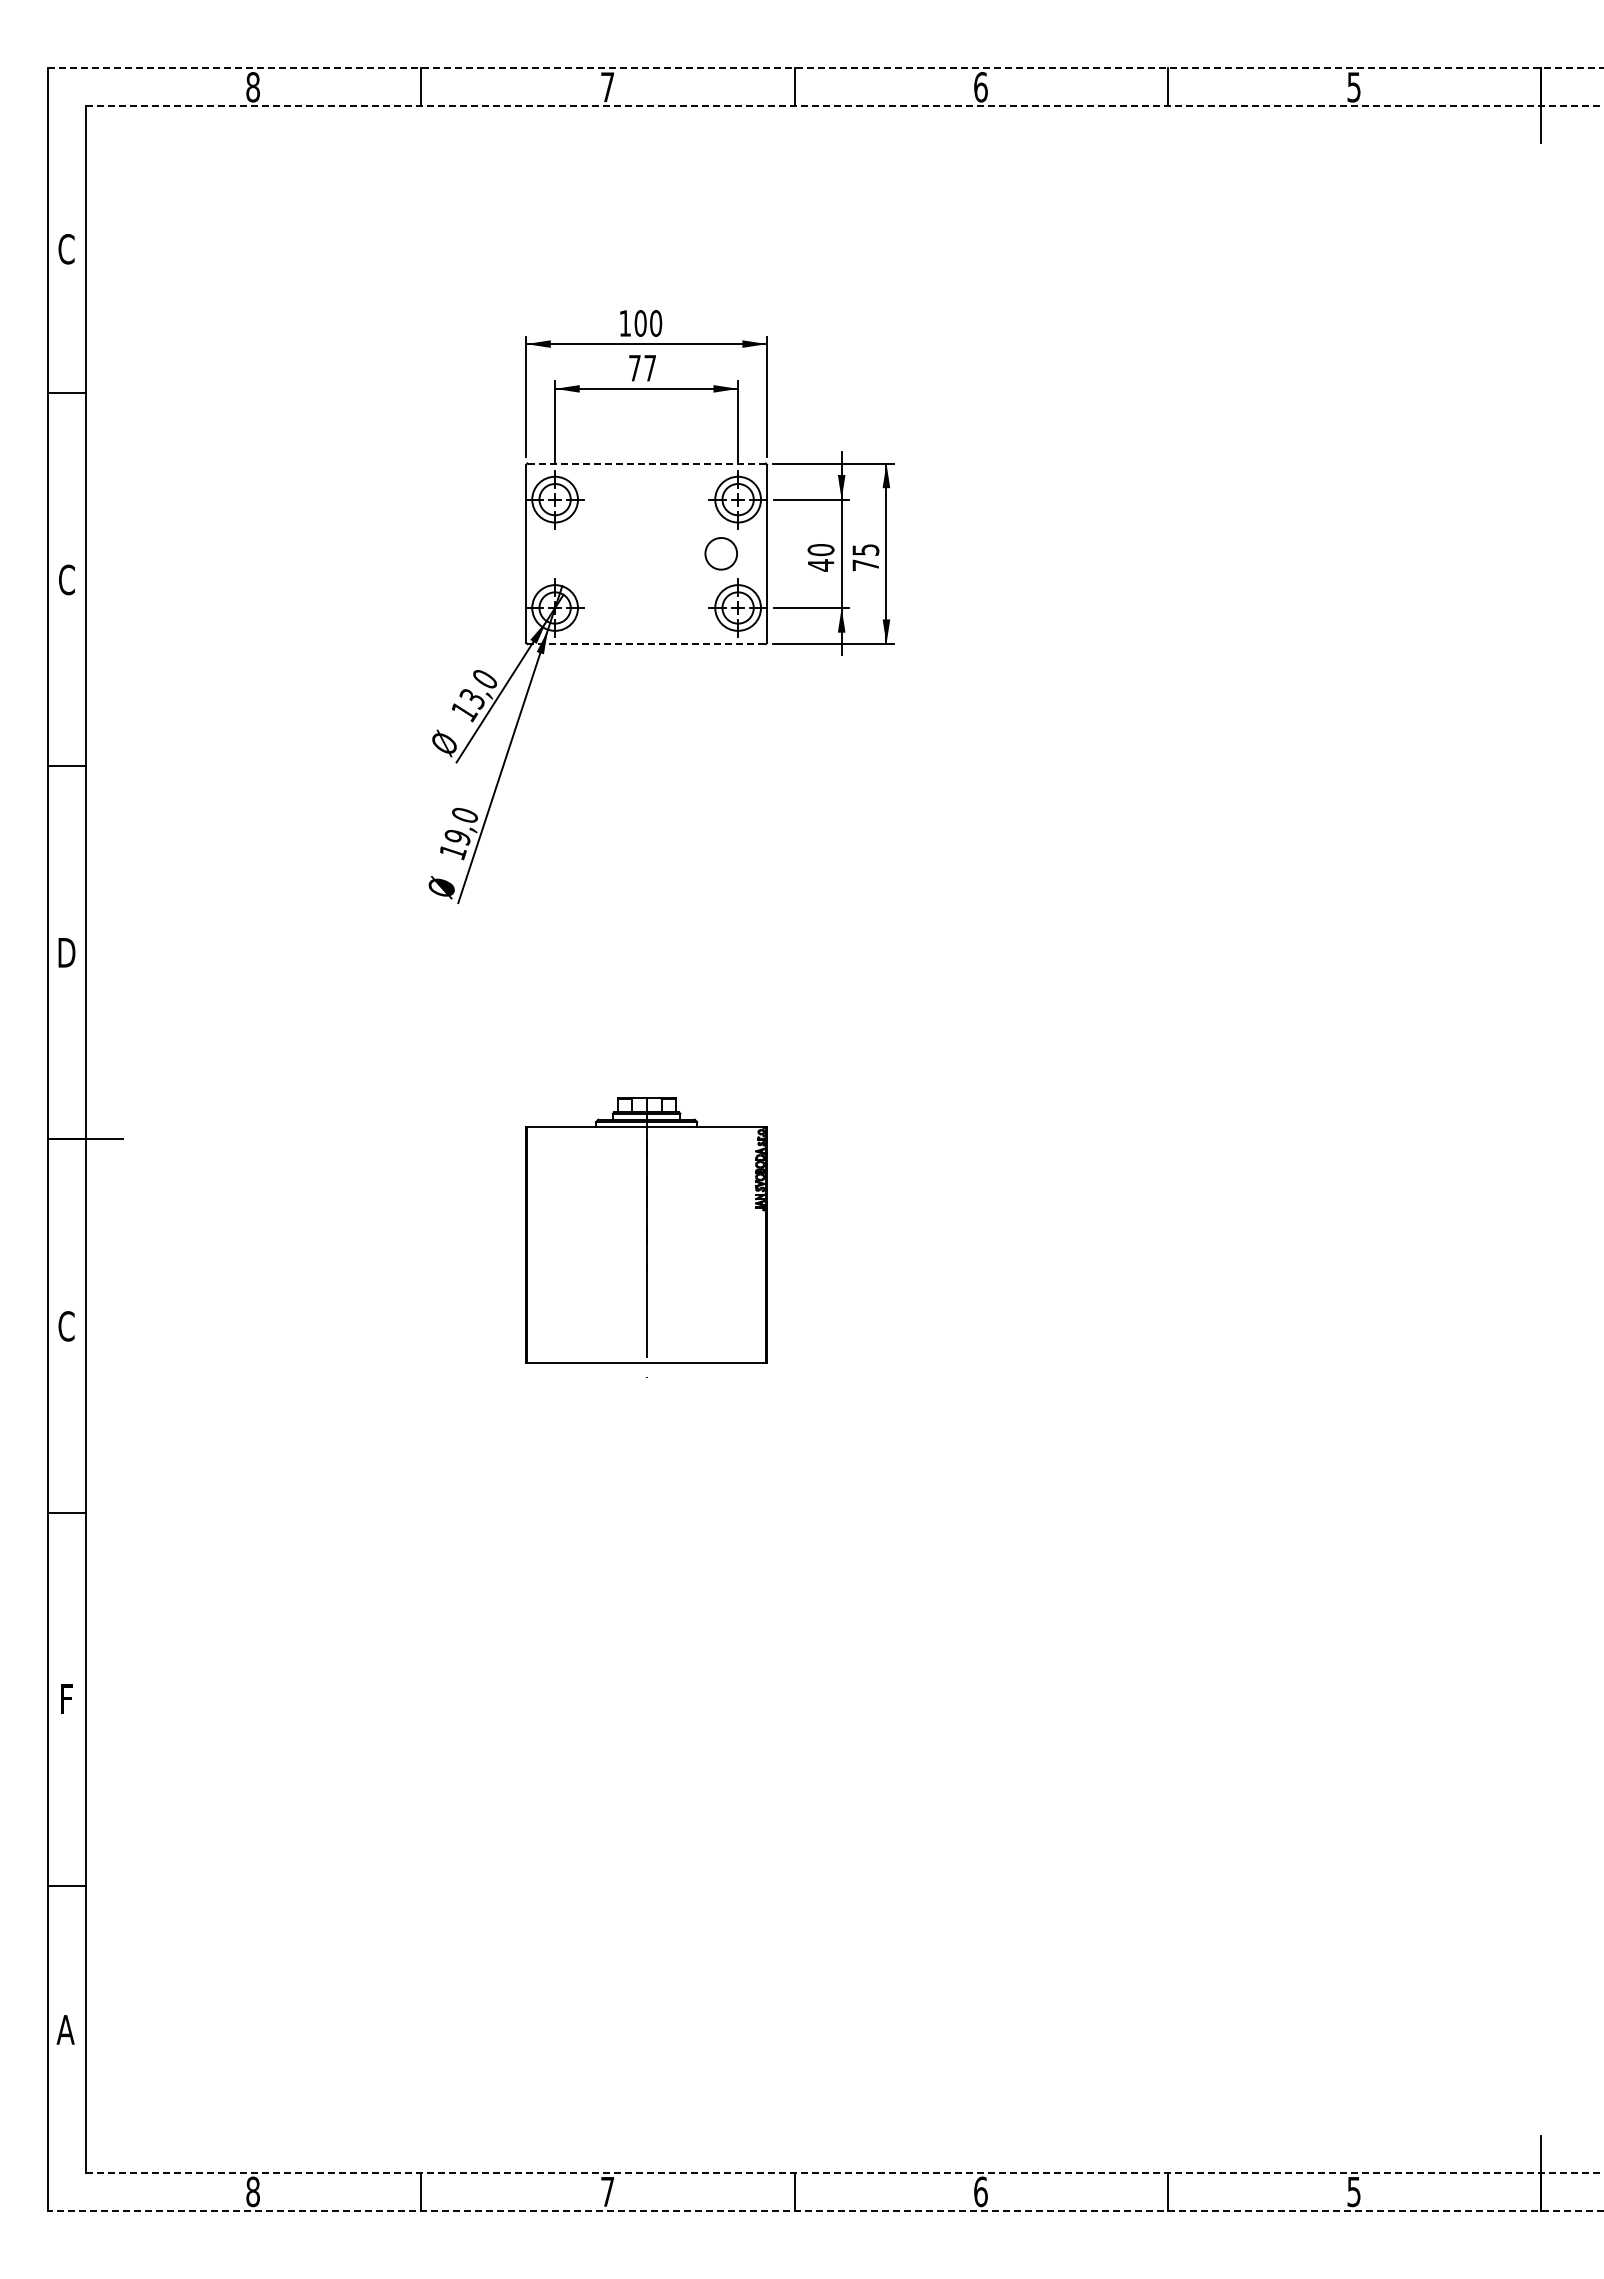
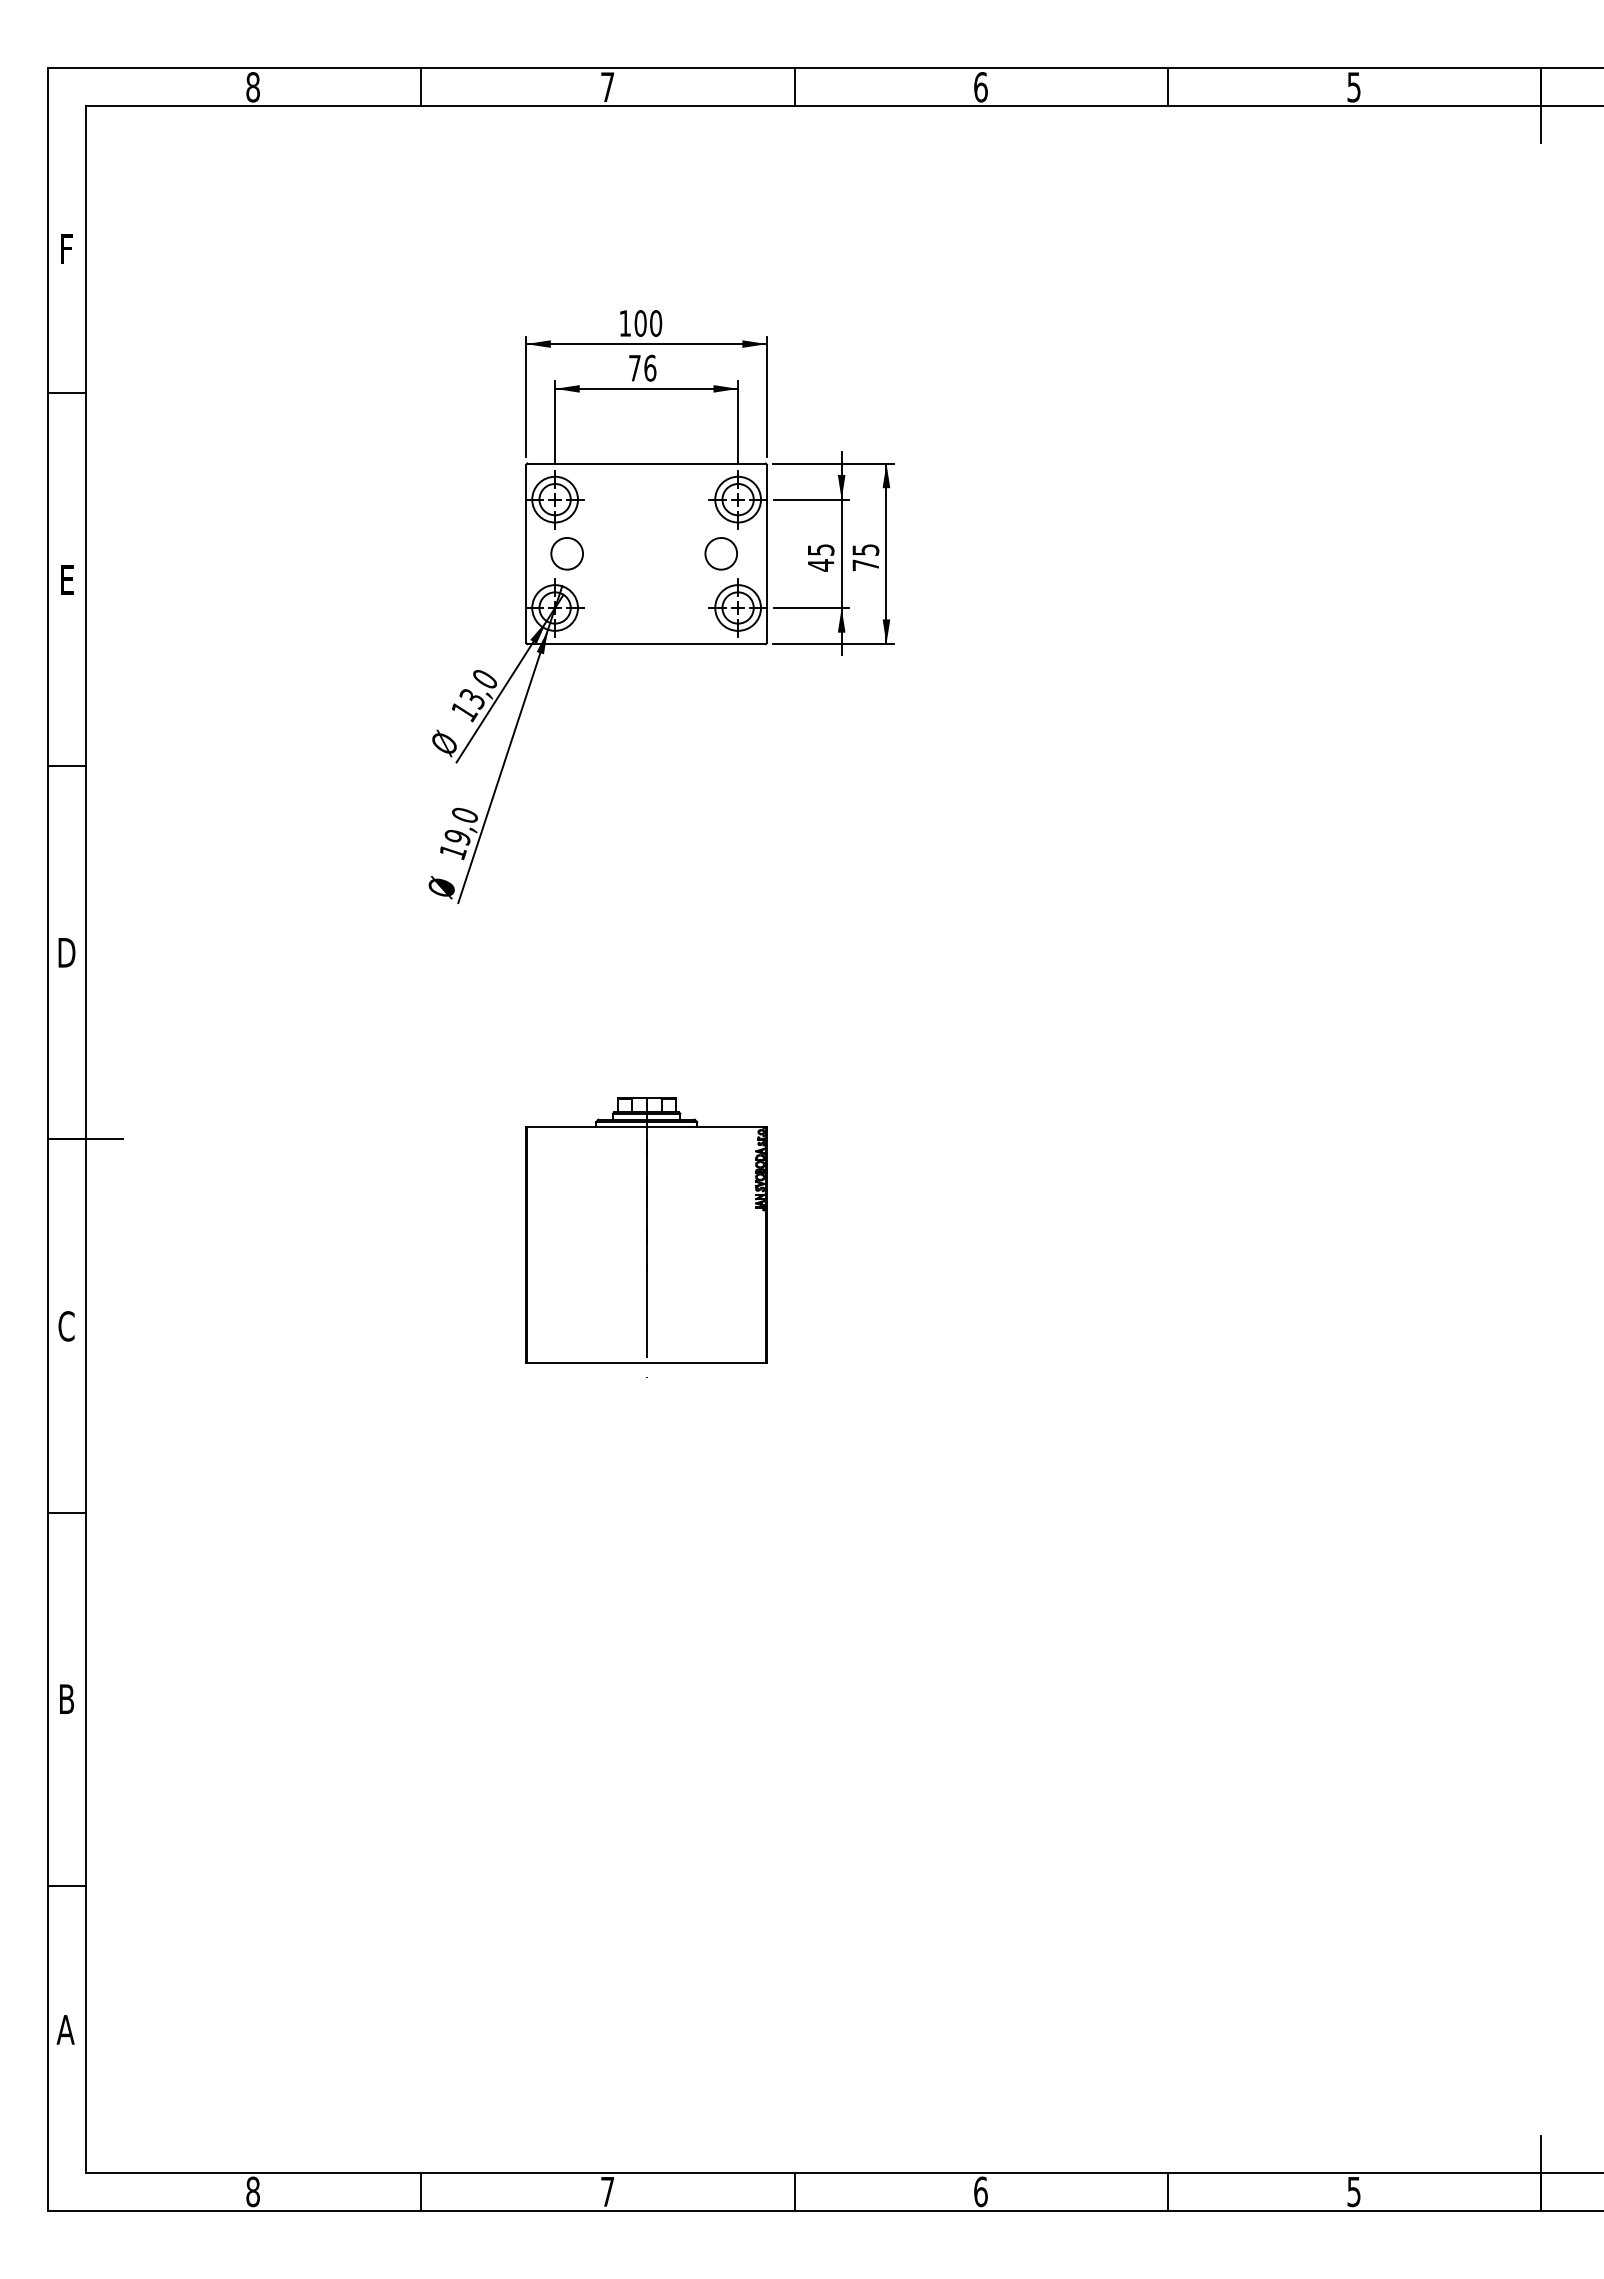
line at (826, 68): dashed -> solid
line at (844, 105): dashed -> solid
text at (66, 249): C -> F
text at (650, 367): 77 -> 76
line at (646, 463): dashed -> solid
text at (820, 550): 40 -> 45
circle at (566, 553): none -> present
text at (66, 579): C -> E
line at (647, 644): dashed -> solid
text at (67, 1698): F -> B
line at (844, 2173): dashed -> solid
line at (825, 2210): dashed -> solid
